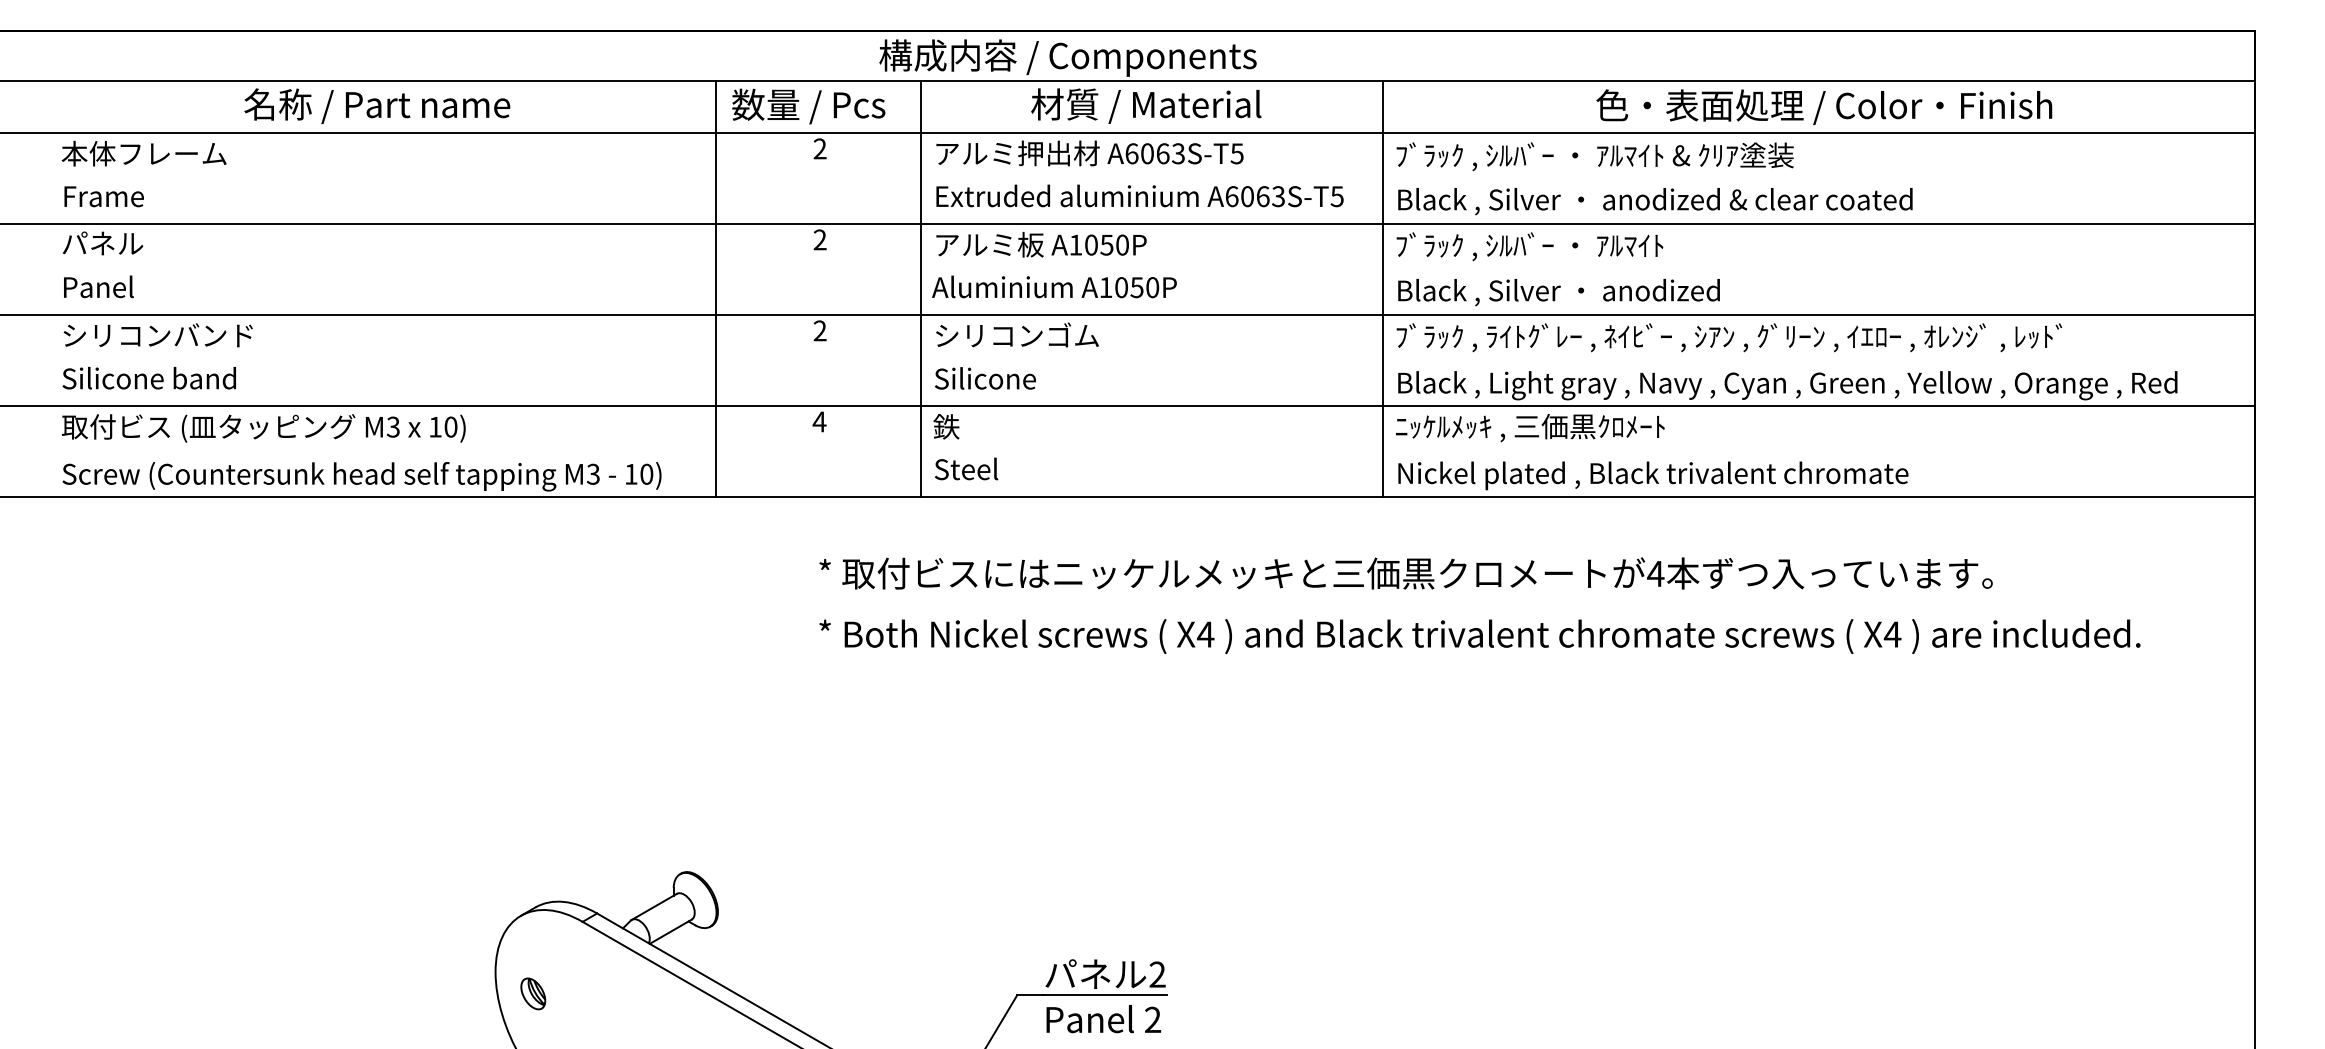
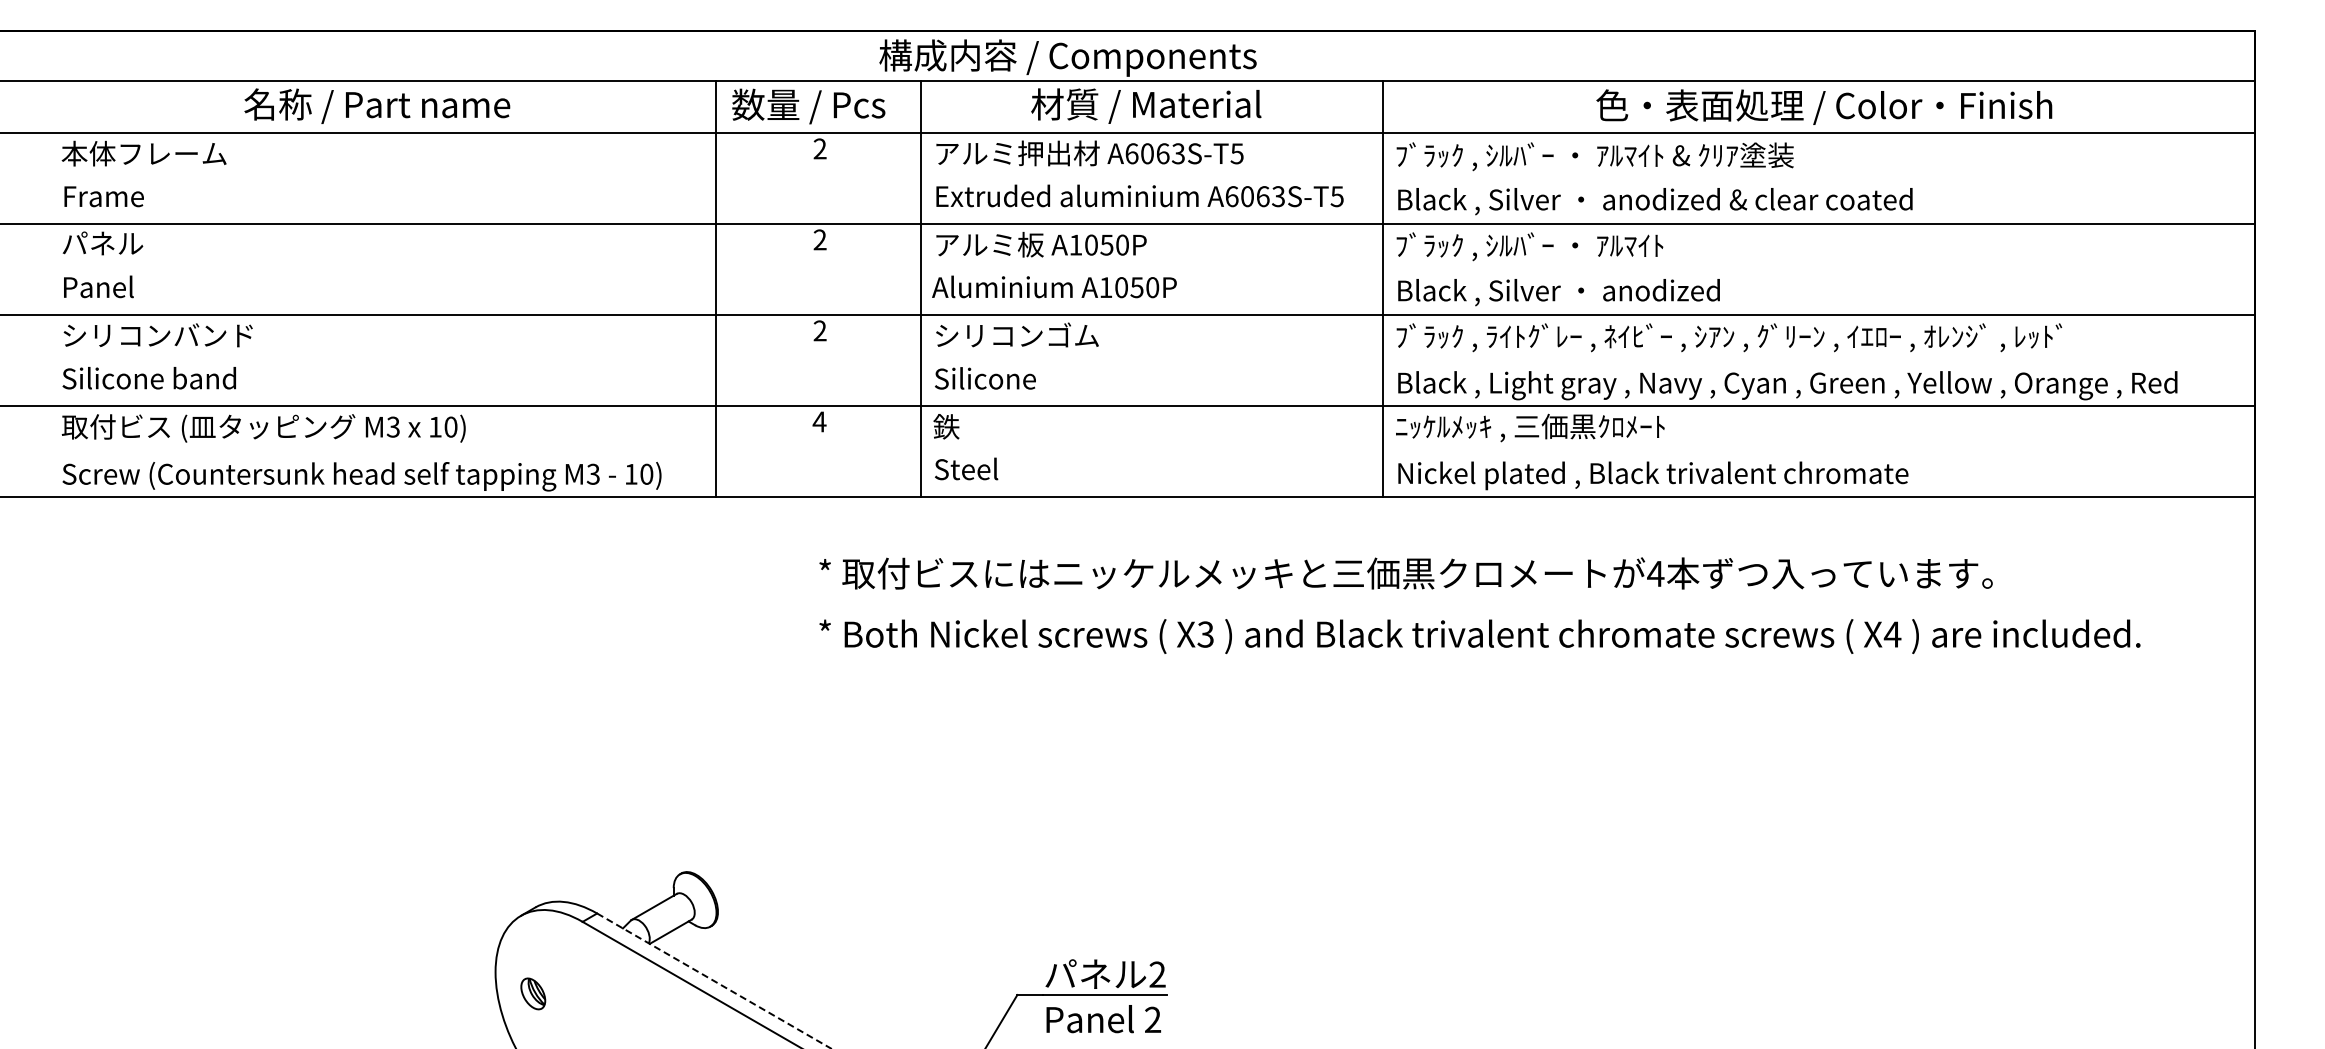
text at (1205, 634): X4 -> X3
line at (714, 981): solid -> dashed
